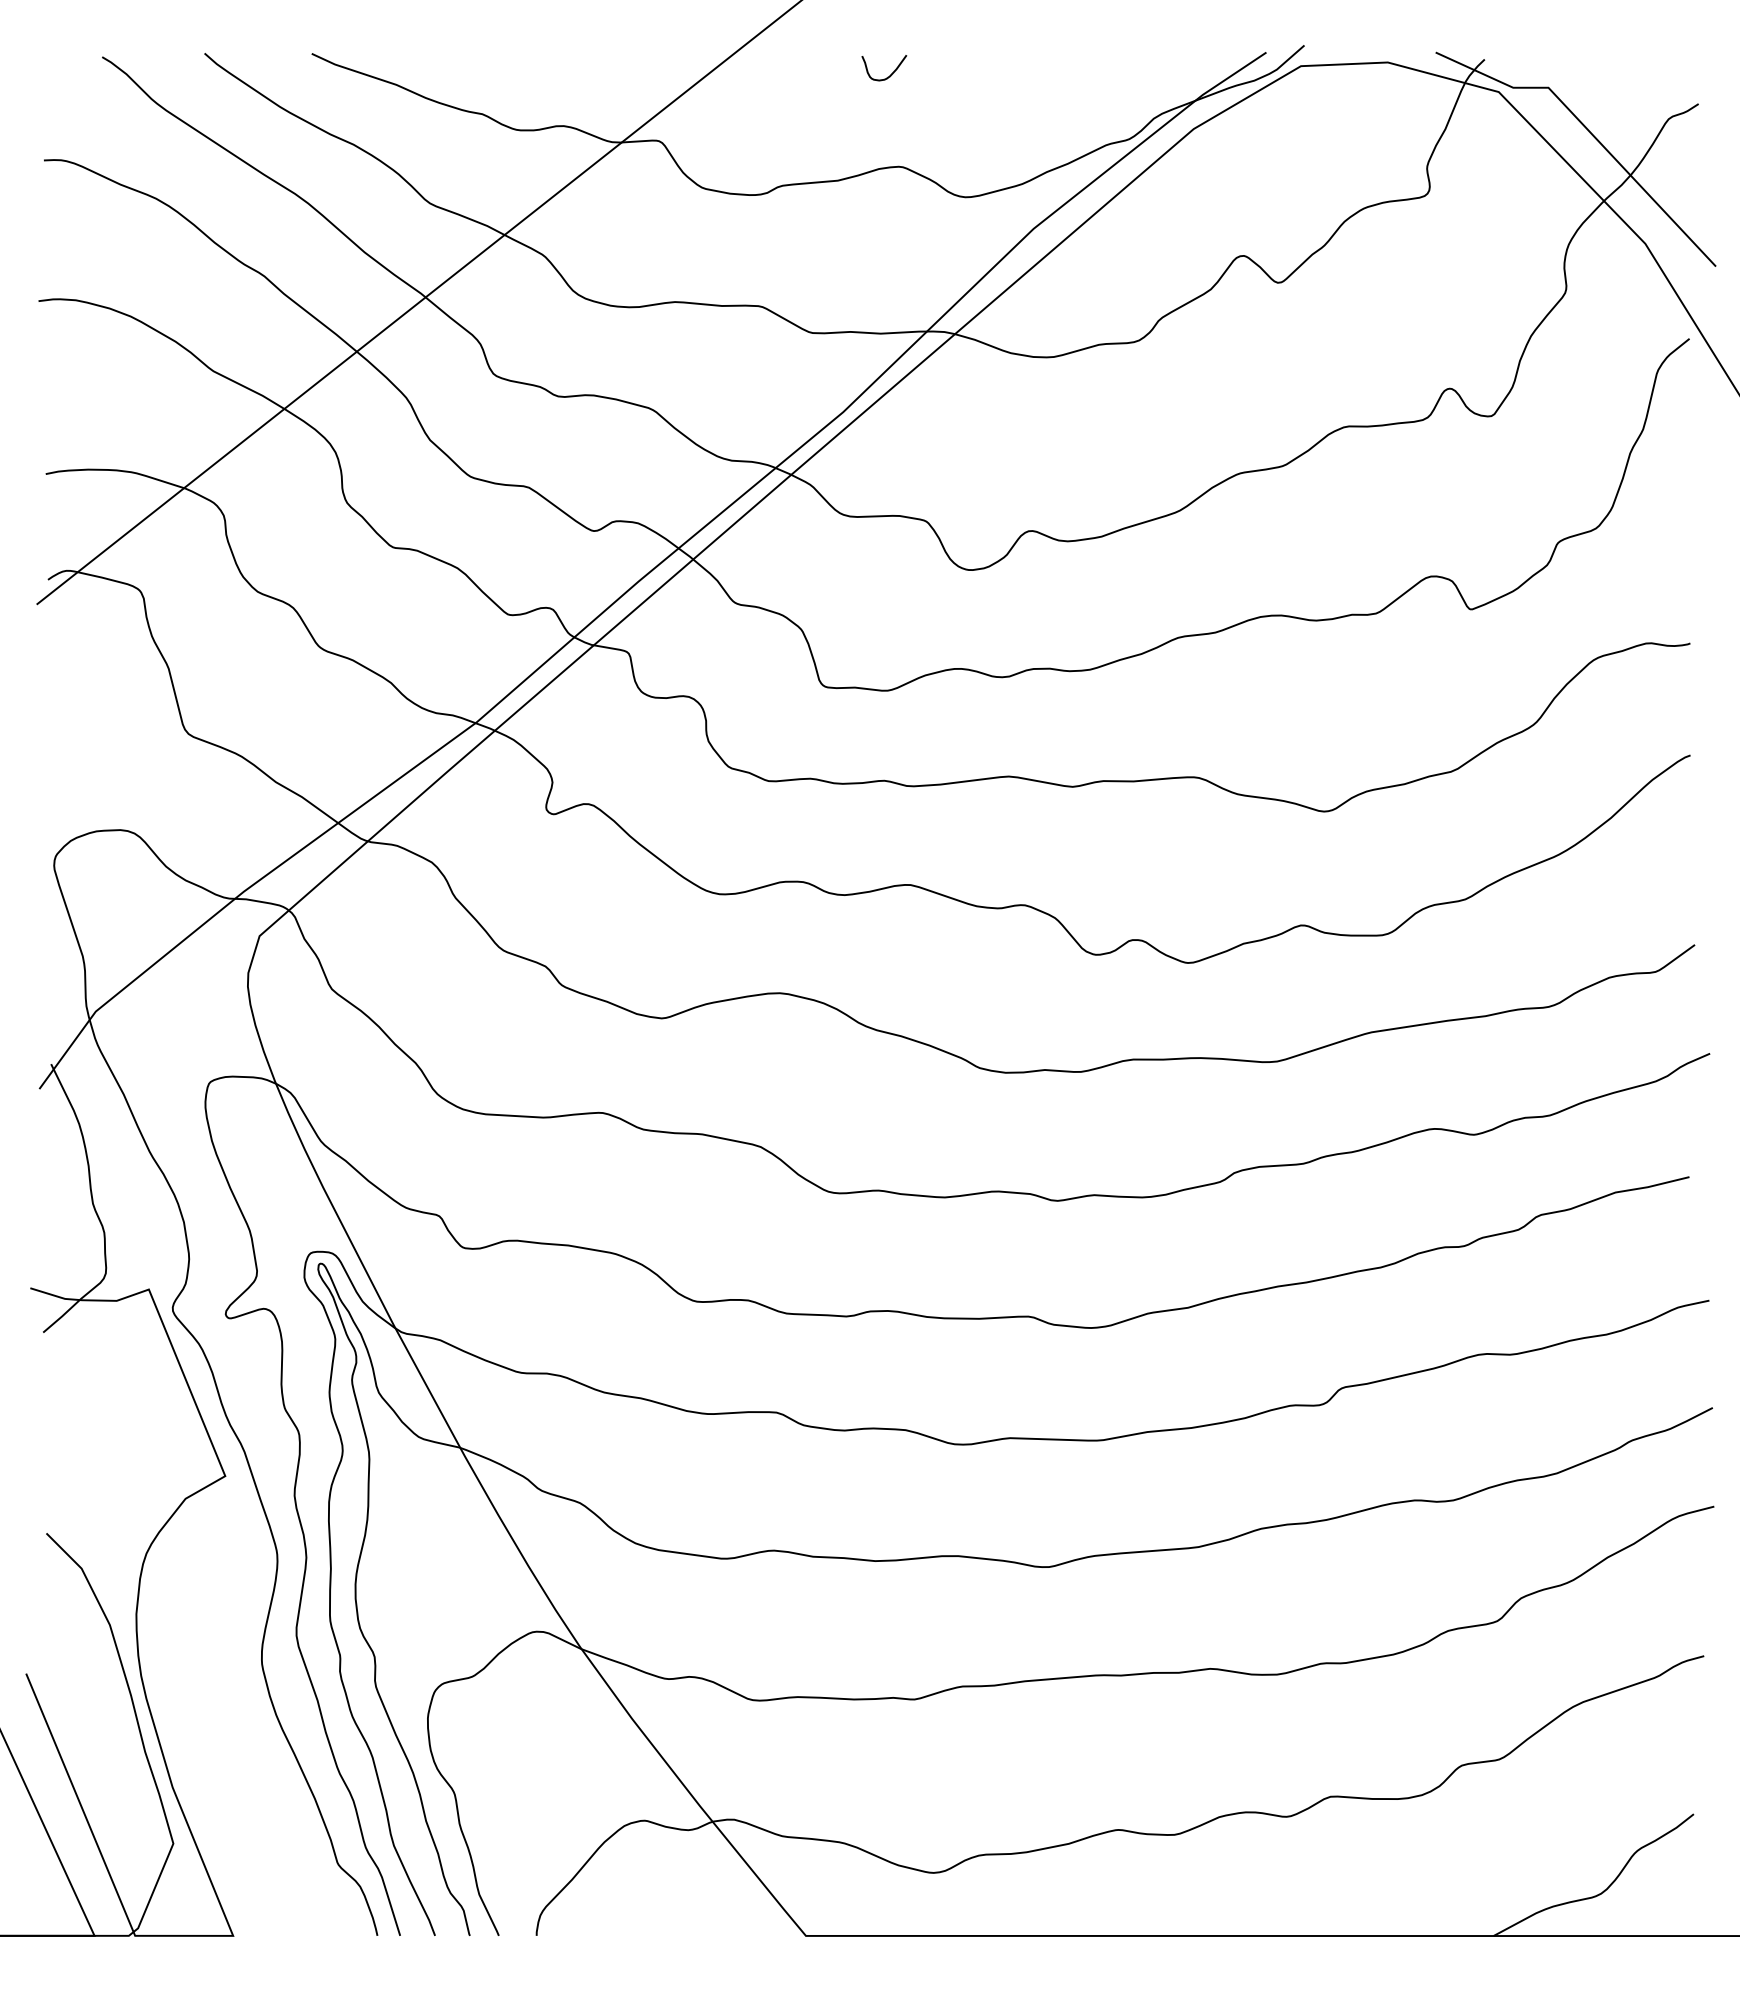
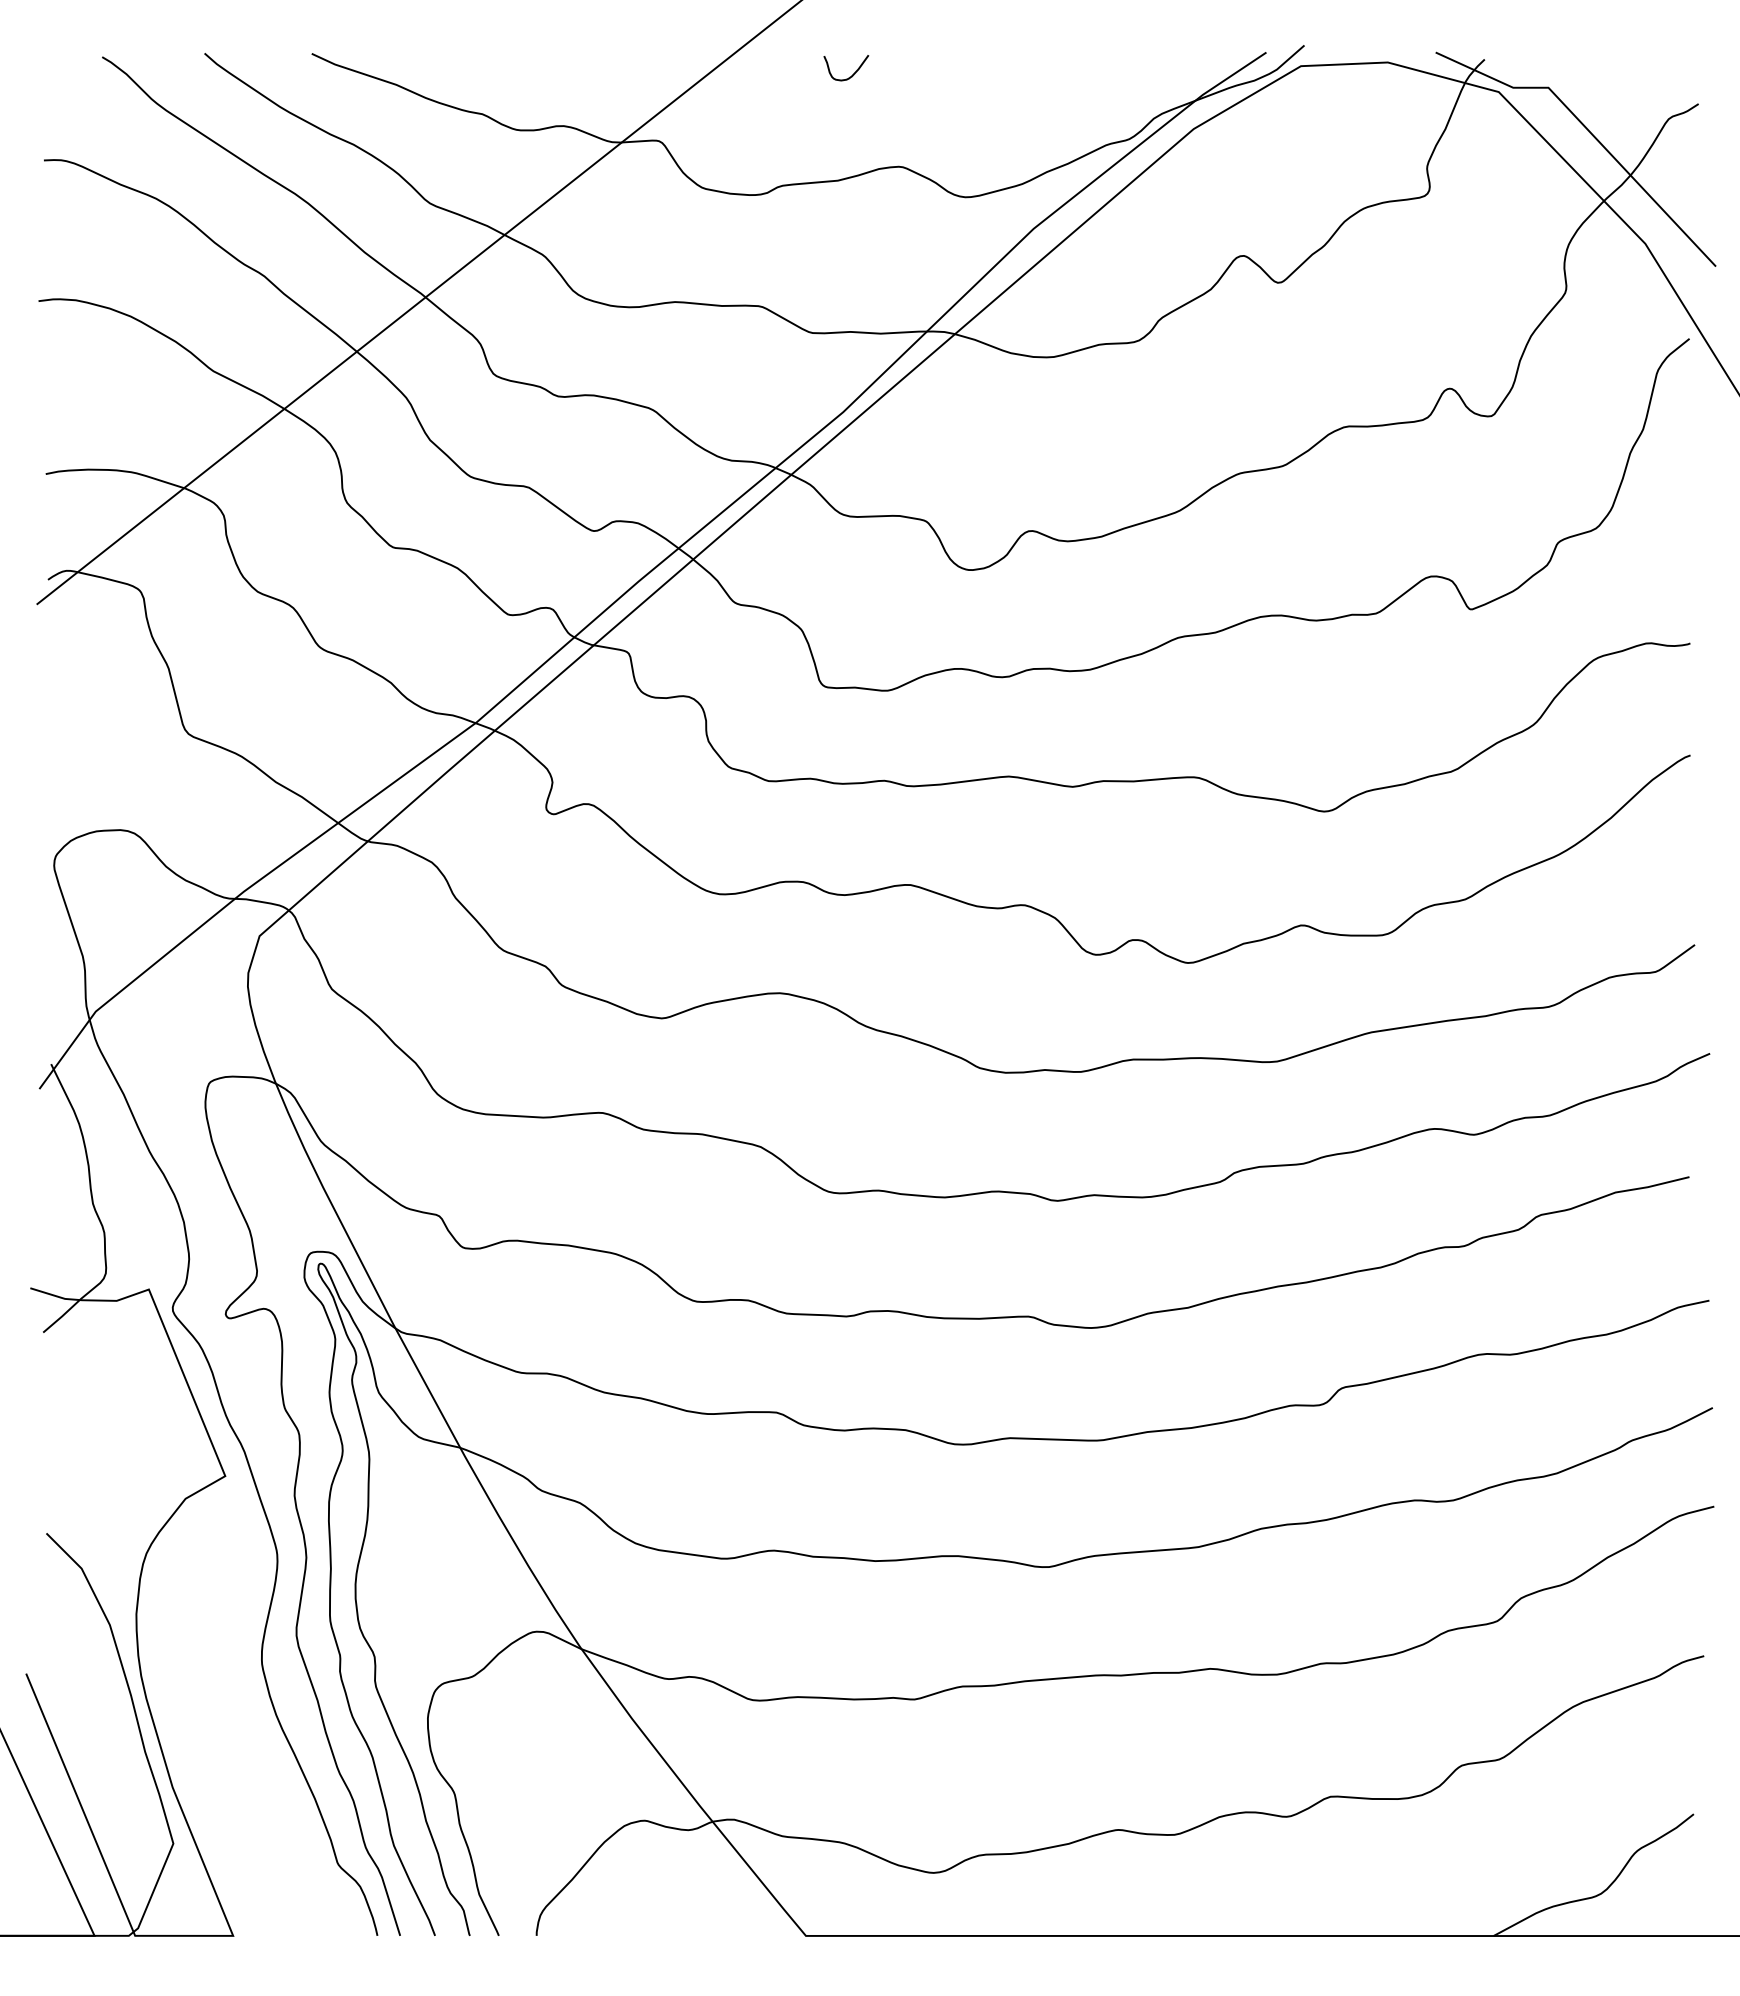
curve at (890, 74) position: (890, 74) -> (852, 74)
